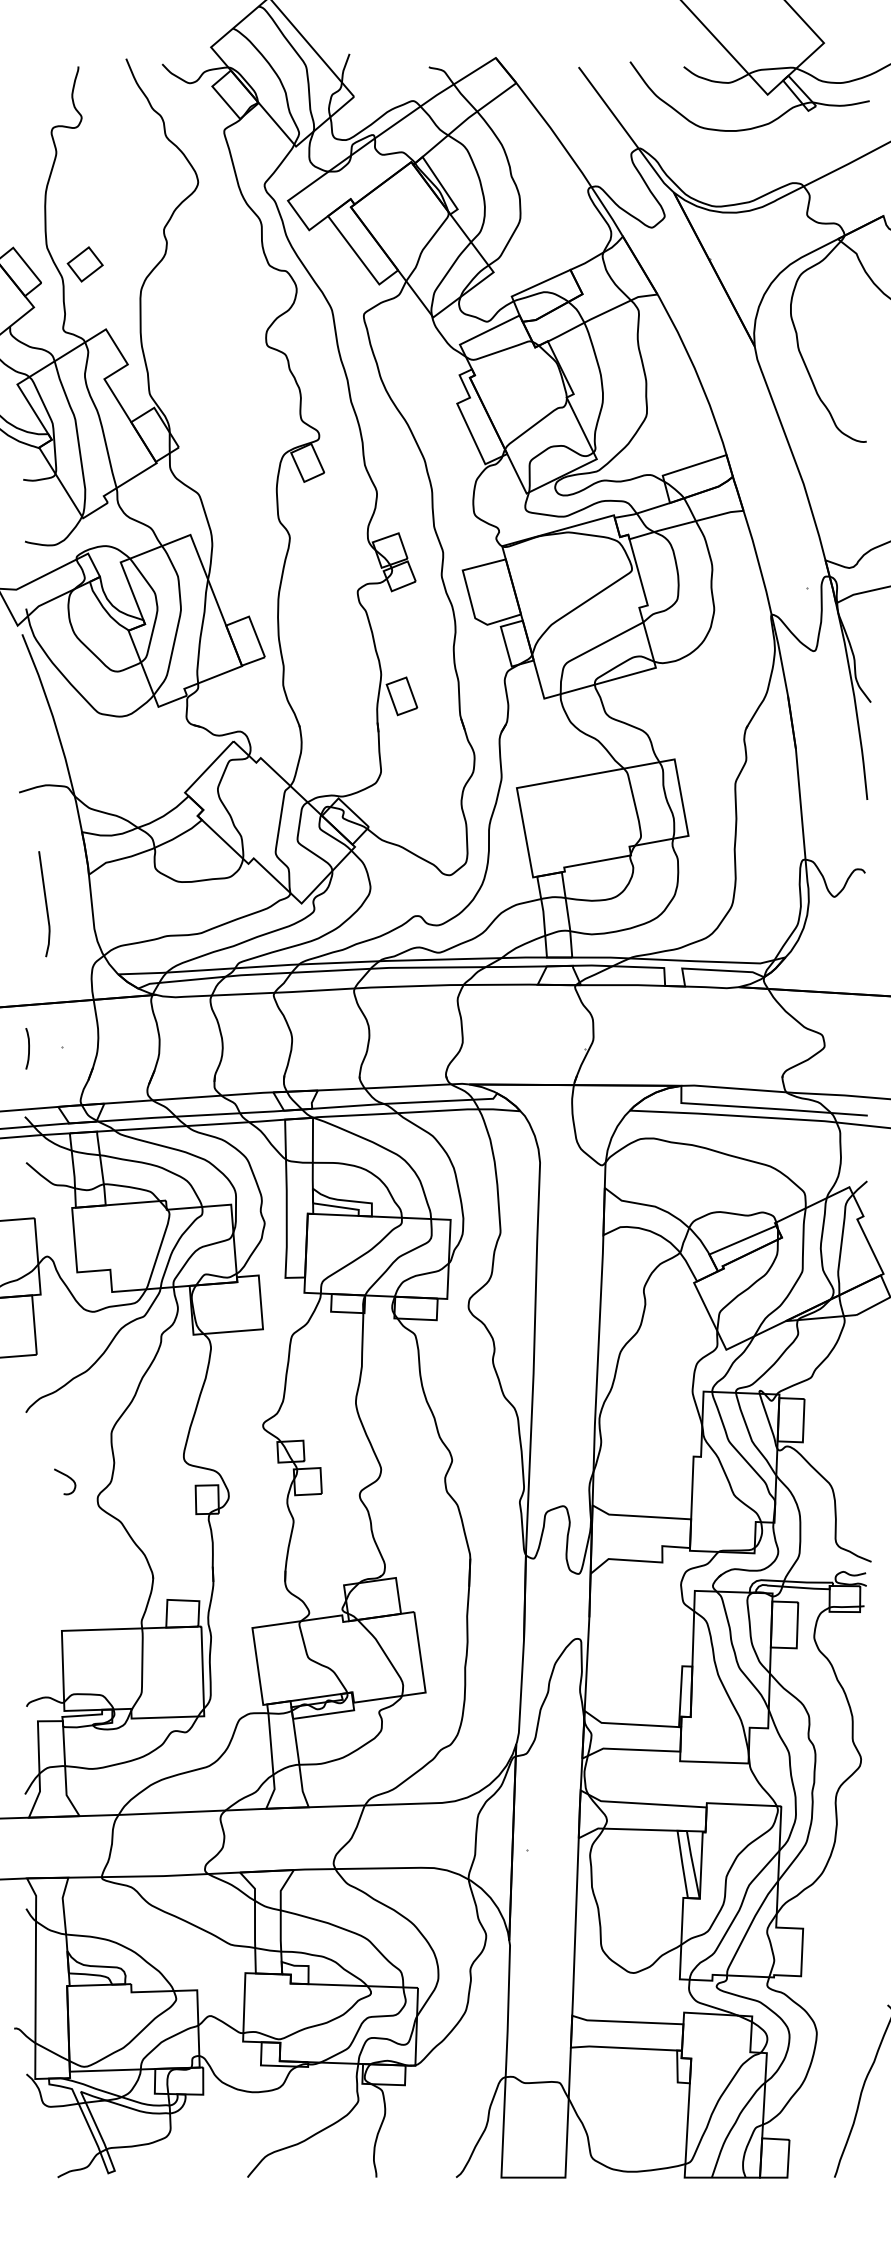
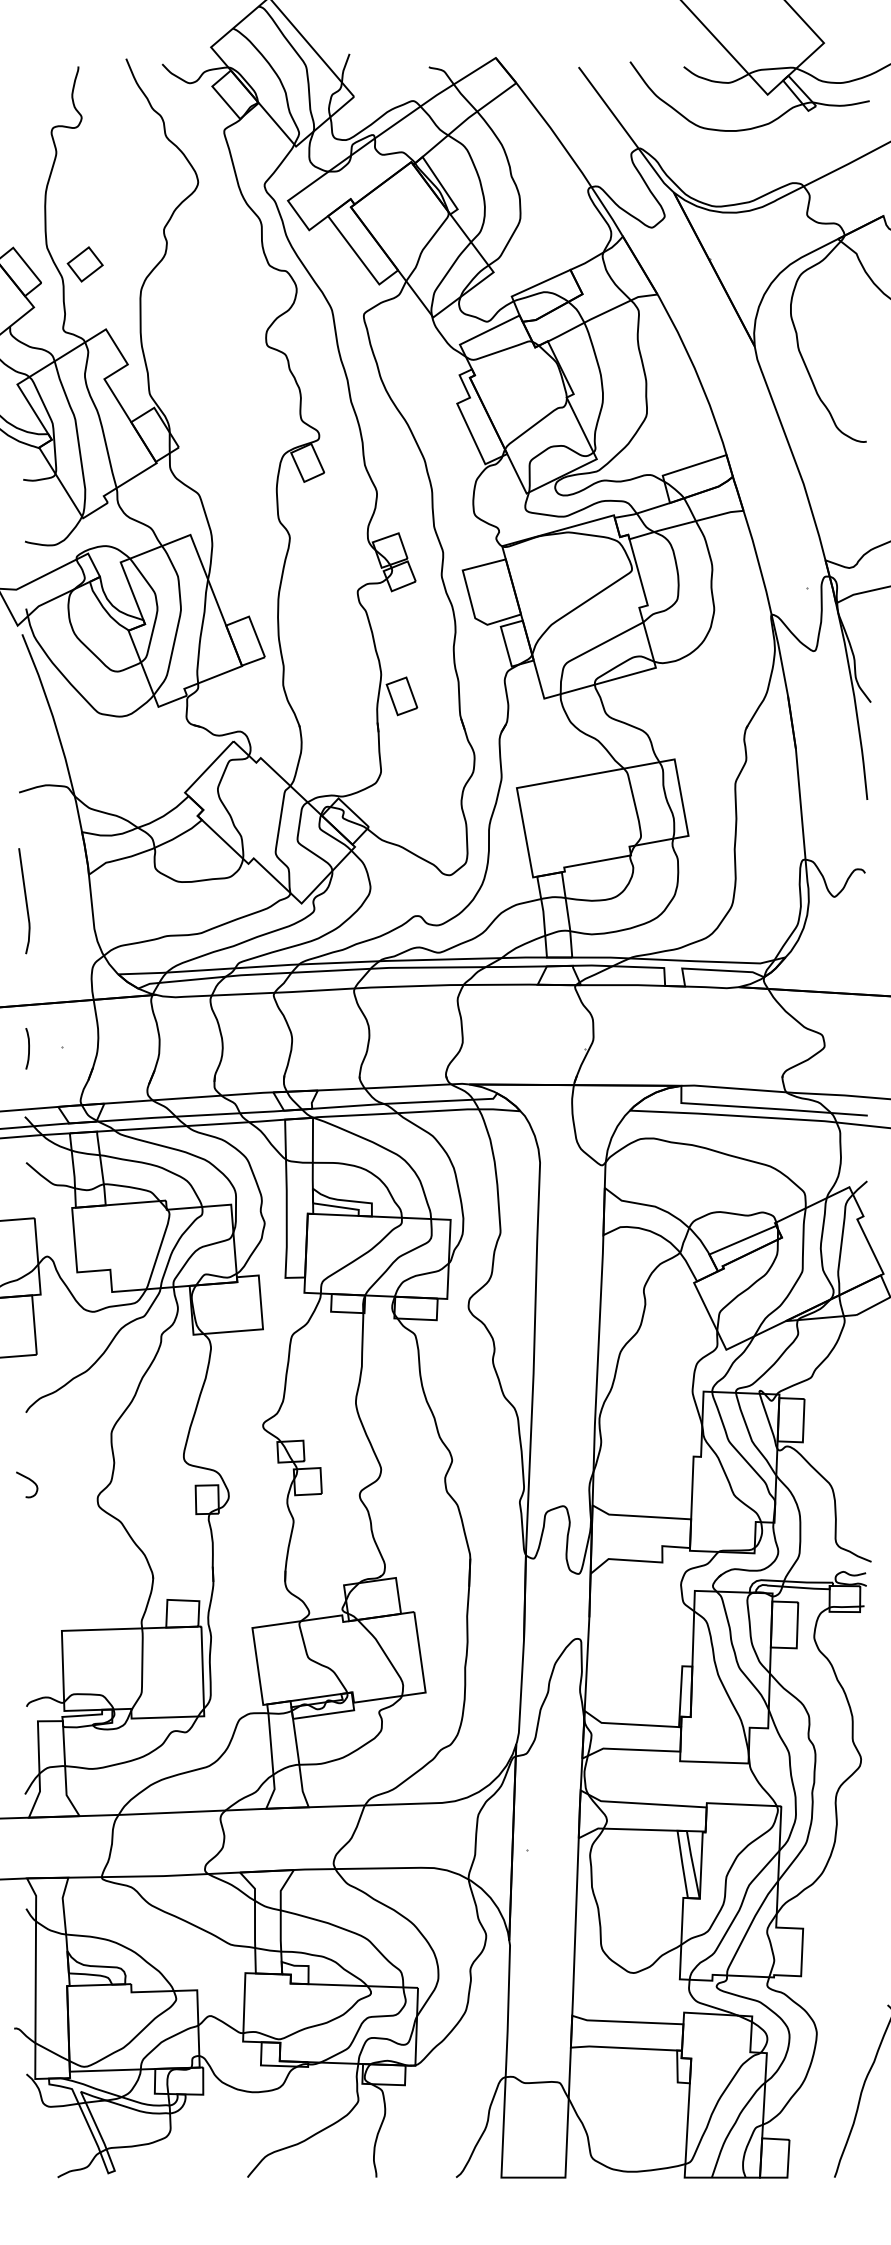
line at (45, 904) position: (45, 904) -> (25, 901)
curve at (67, 1477) position: (67, 1477) -> (29, 1480)
